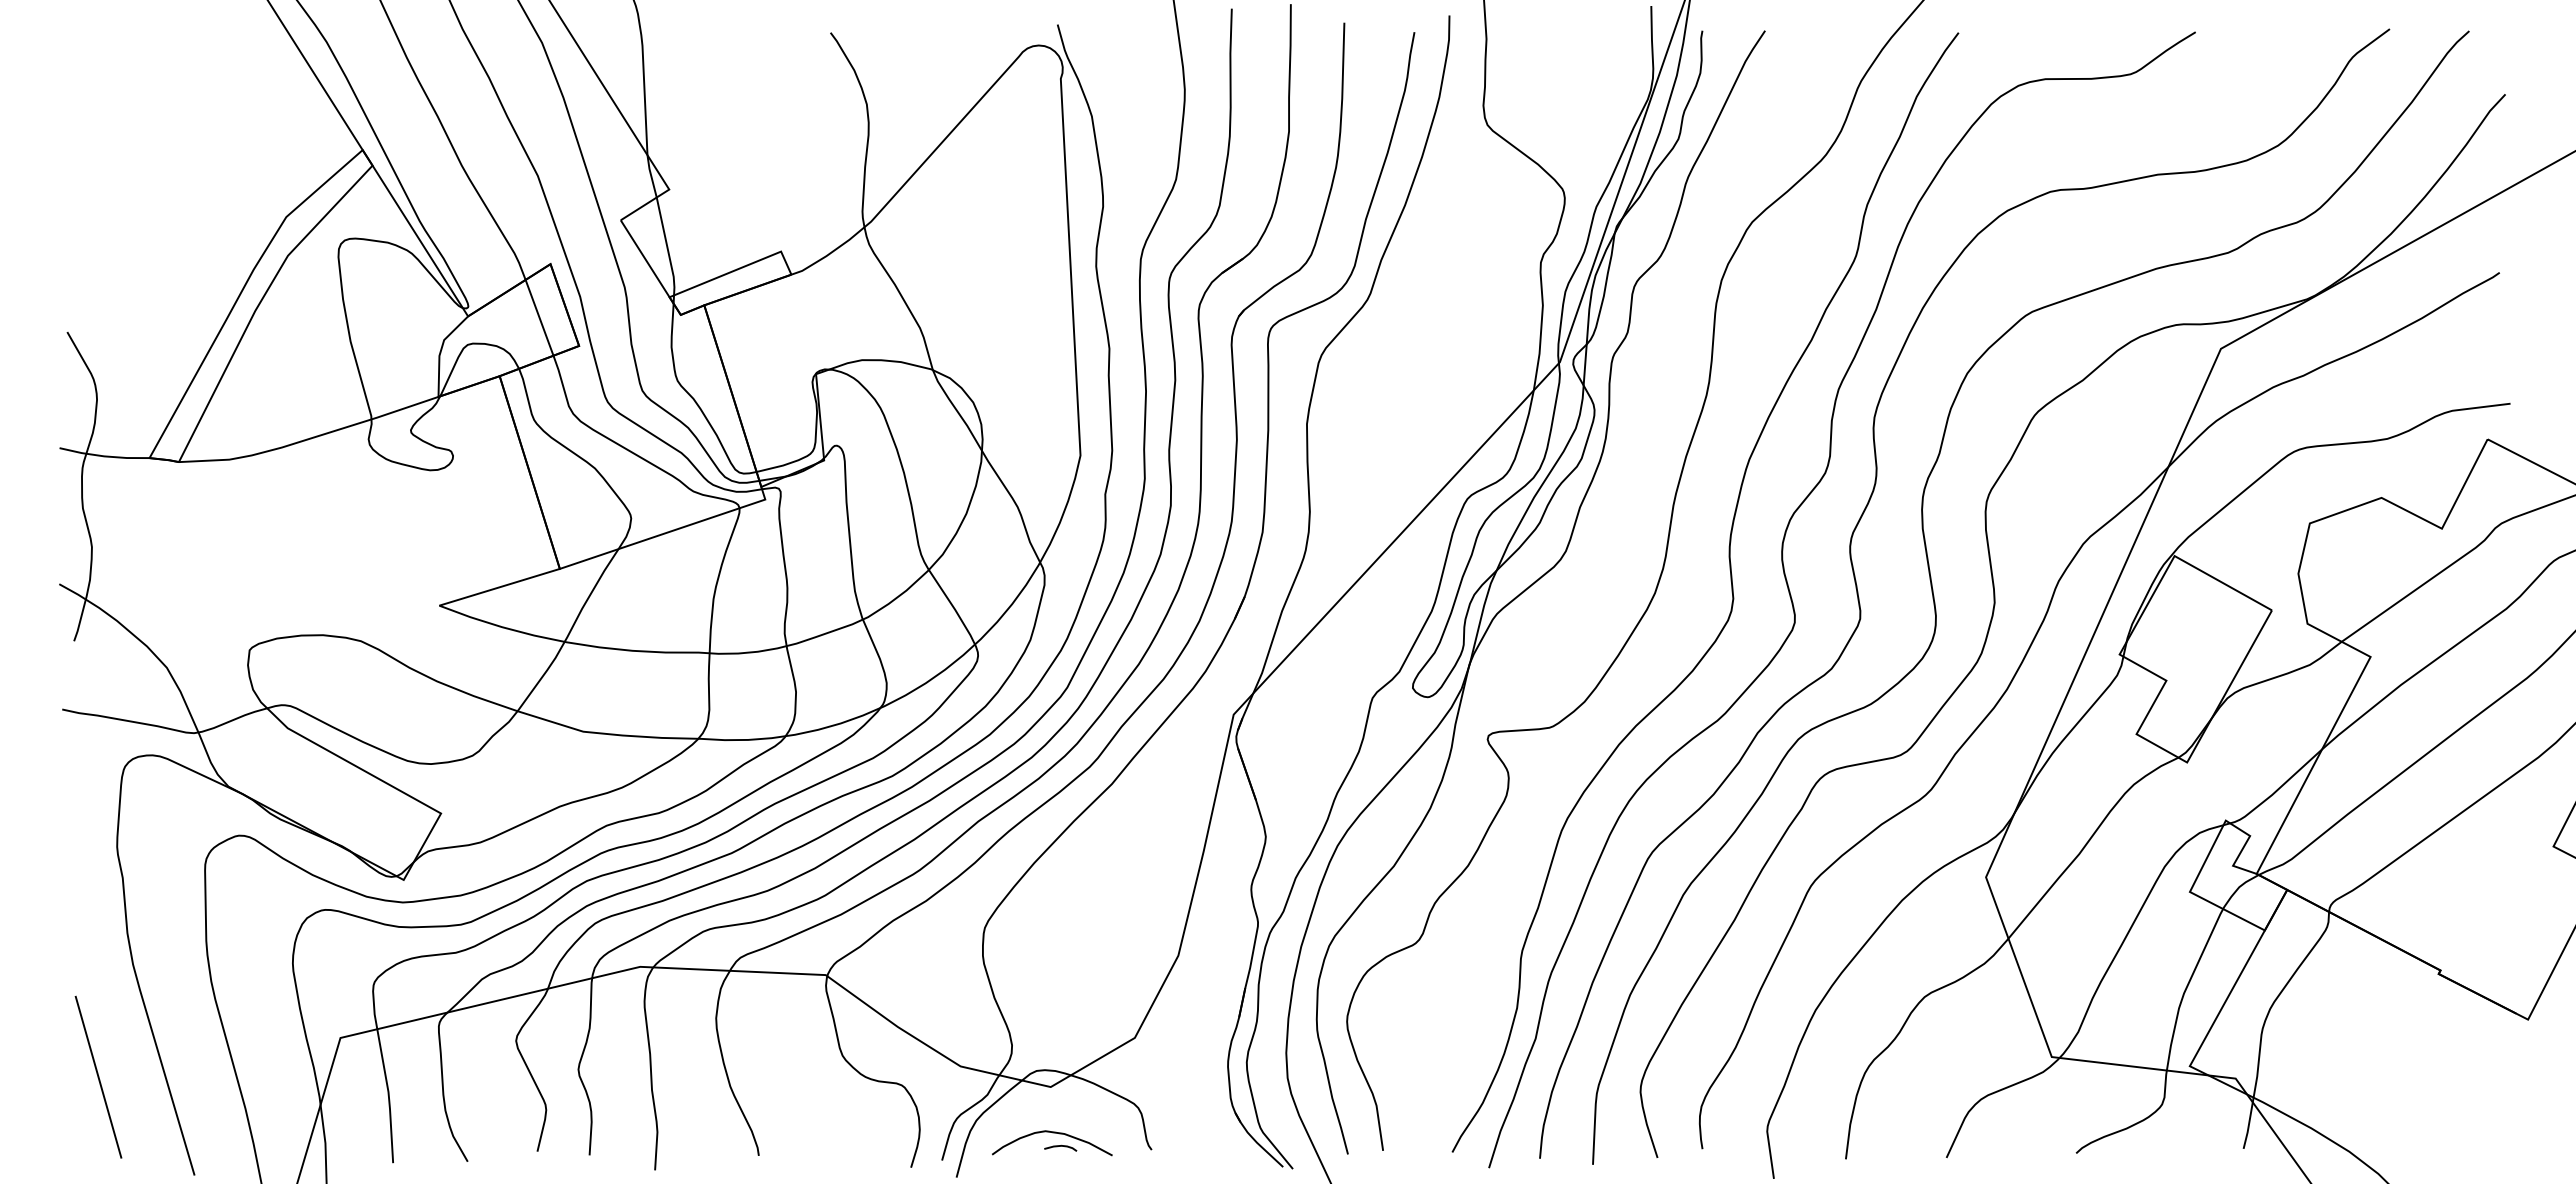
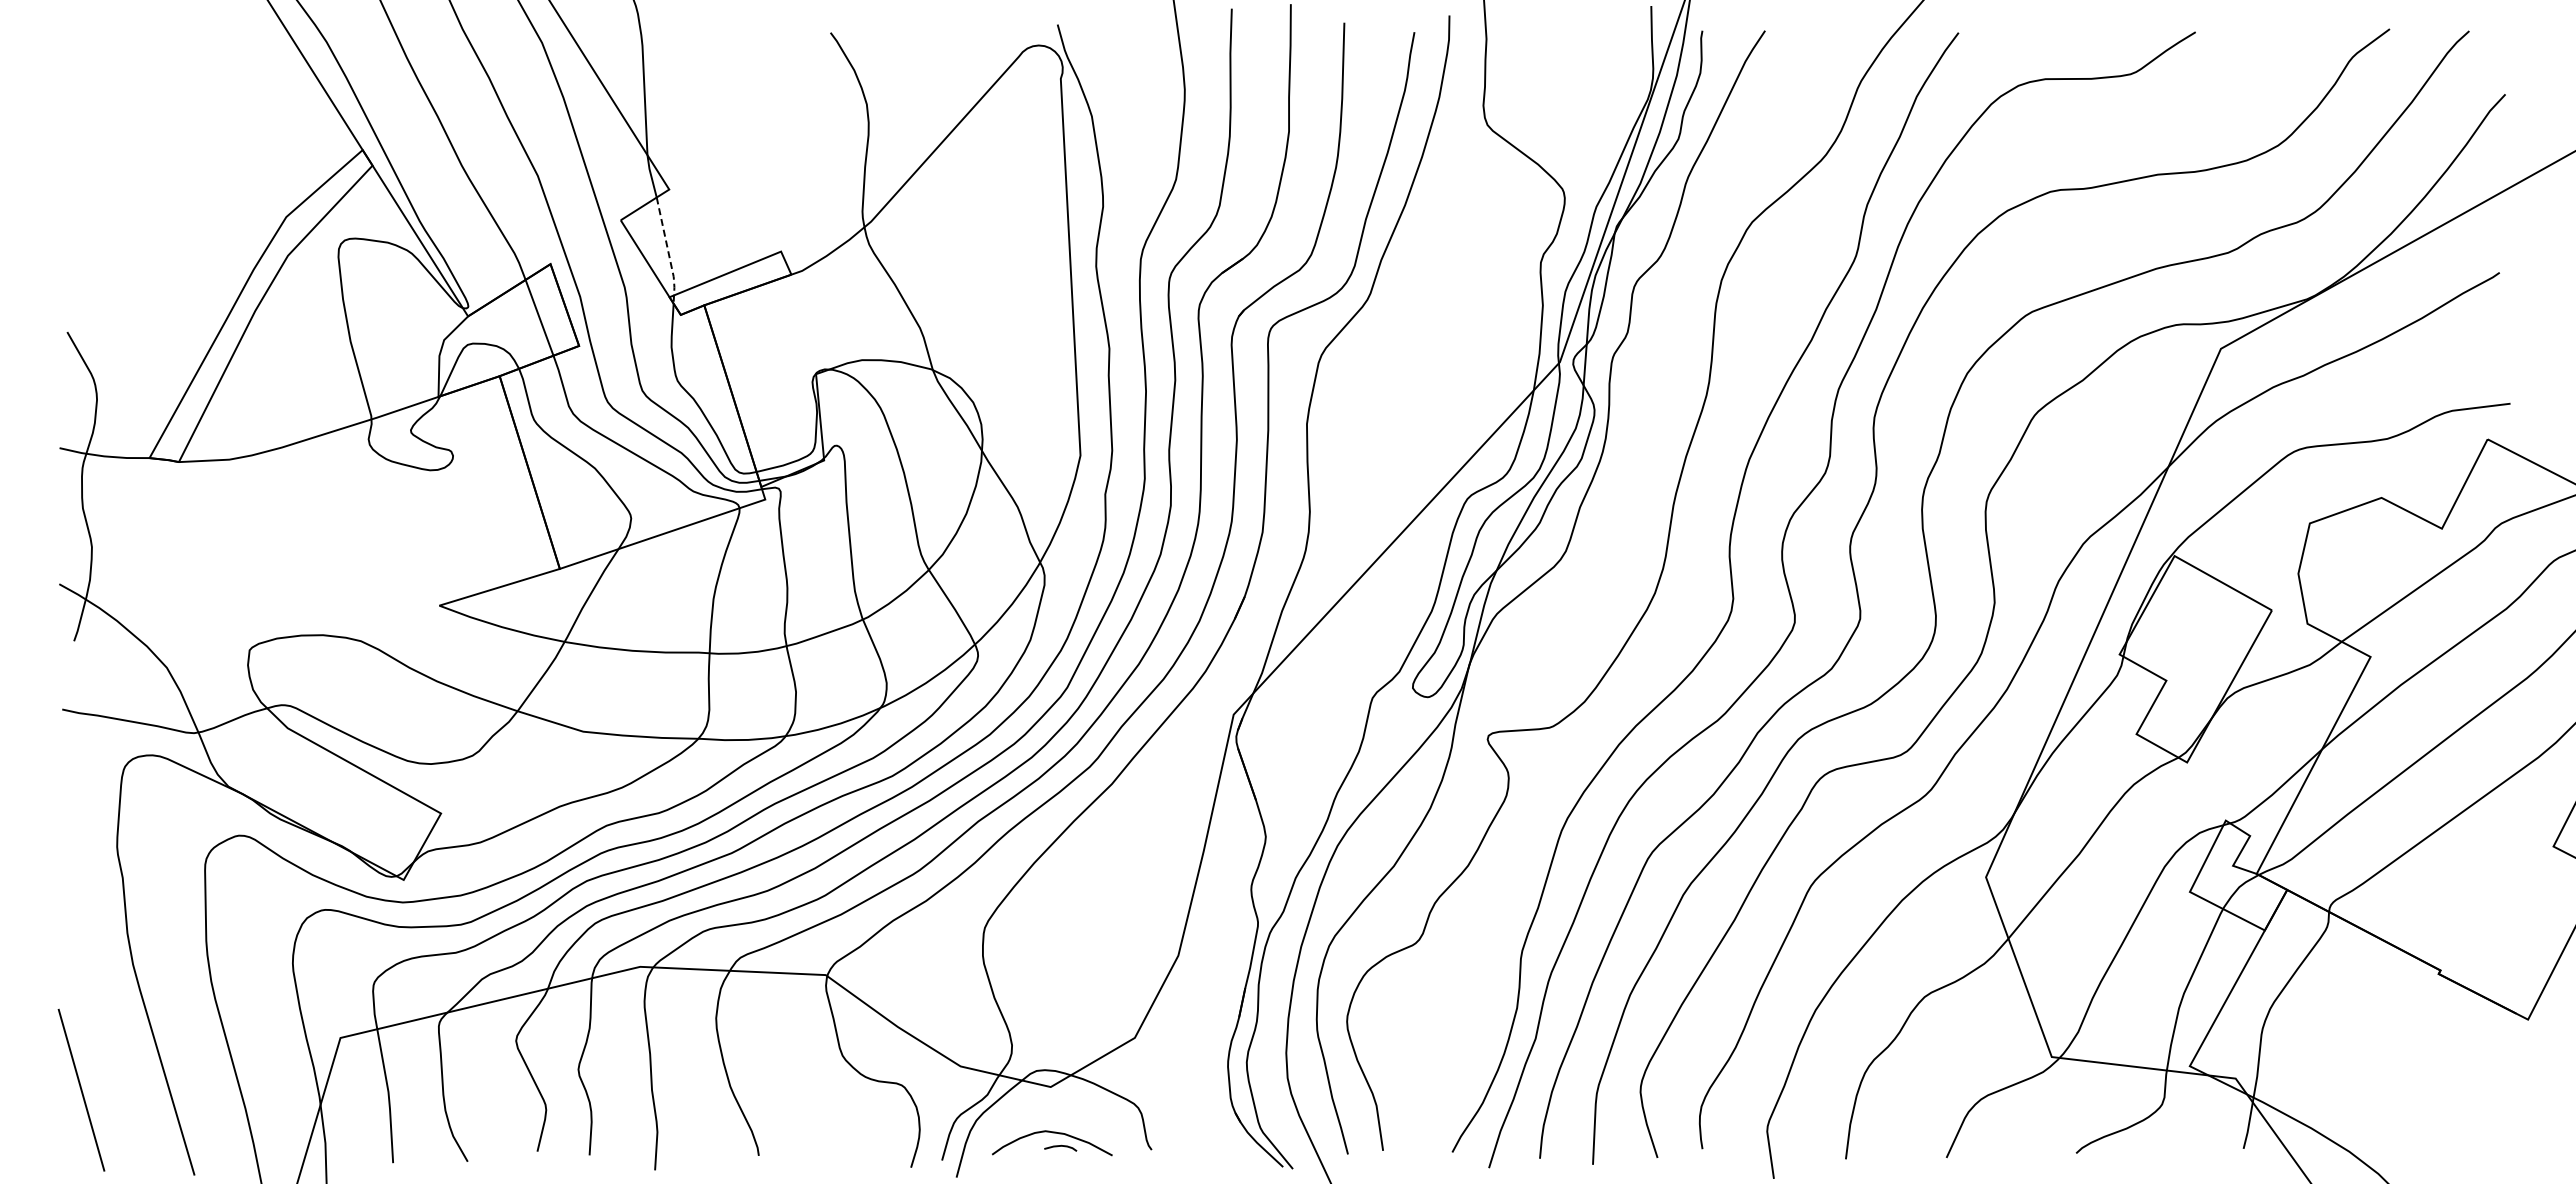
line at (668, 251): solid -> dashed
line at (98, 1076) position: (98, 1076) -> (81, 1089)
